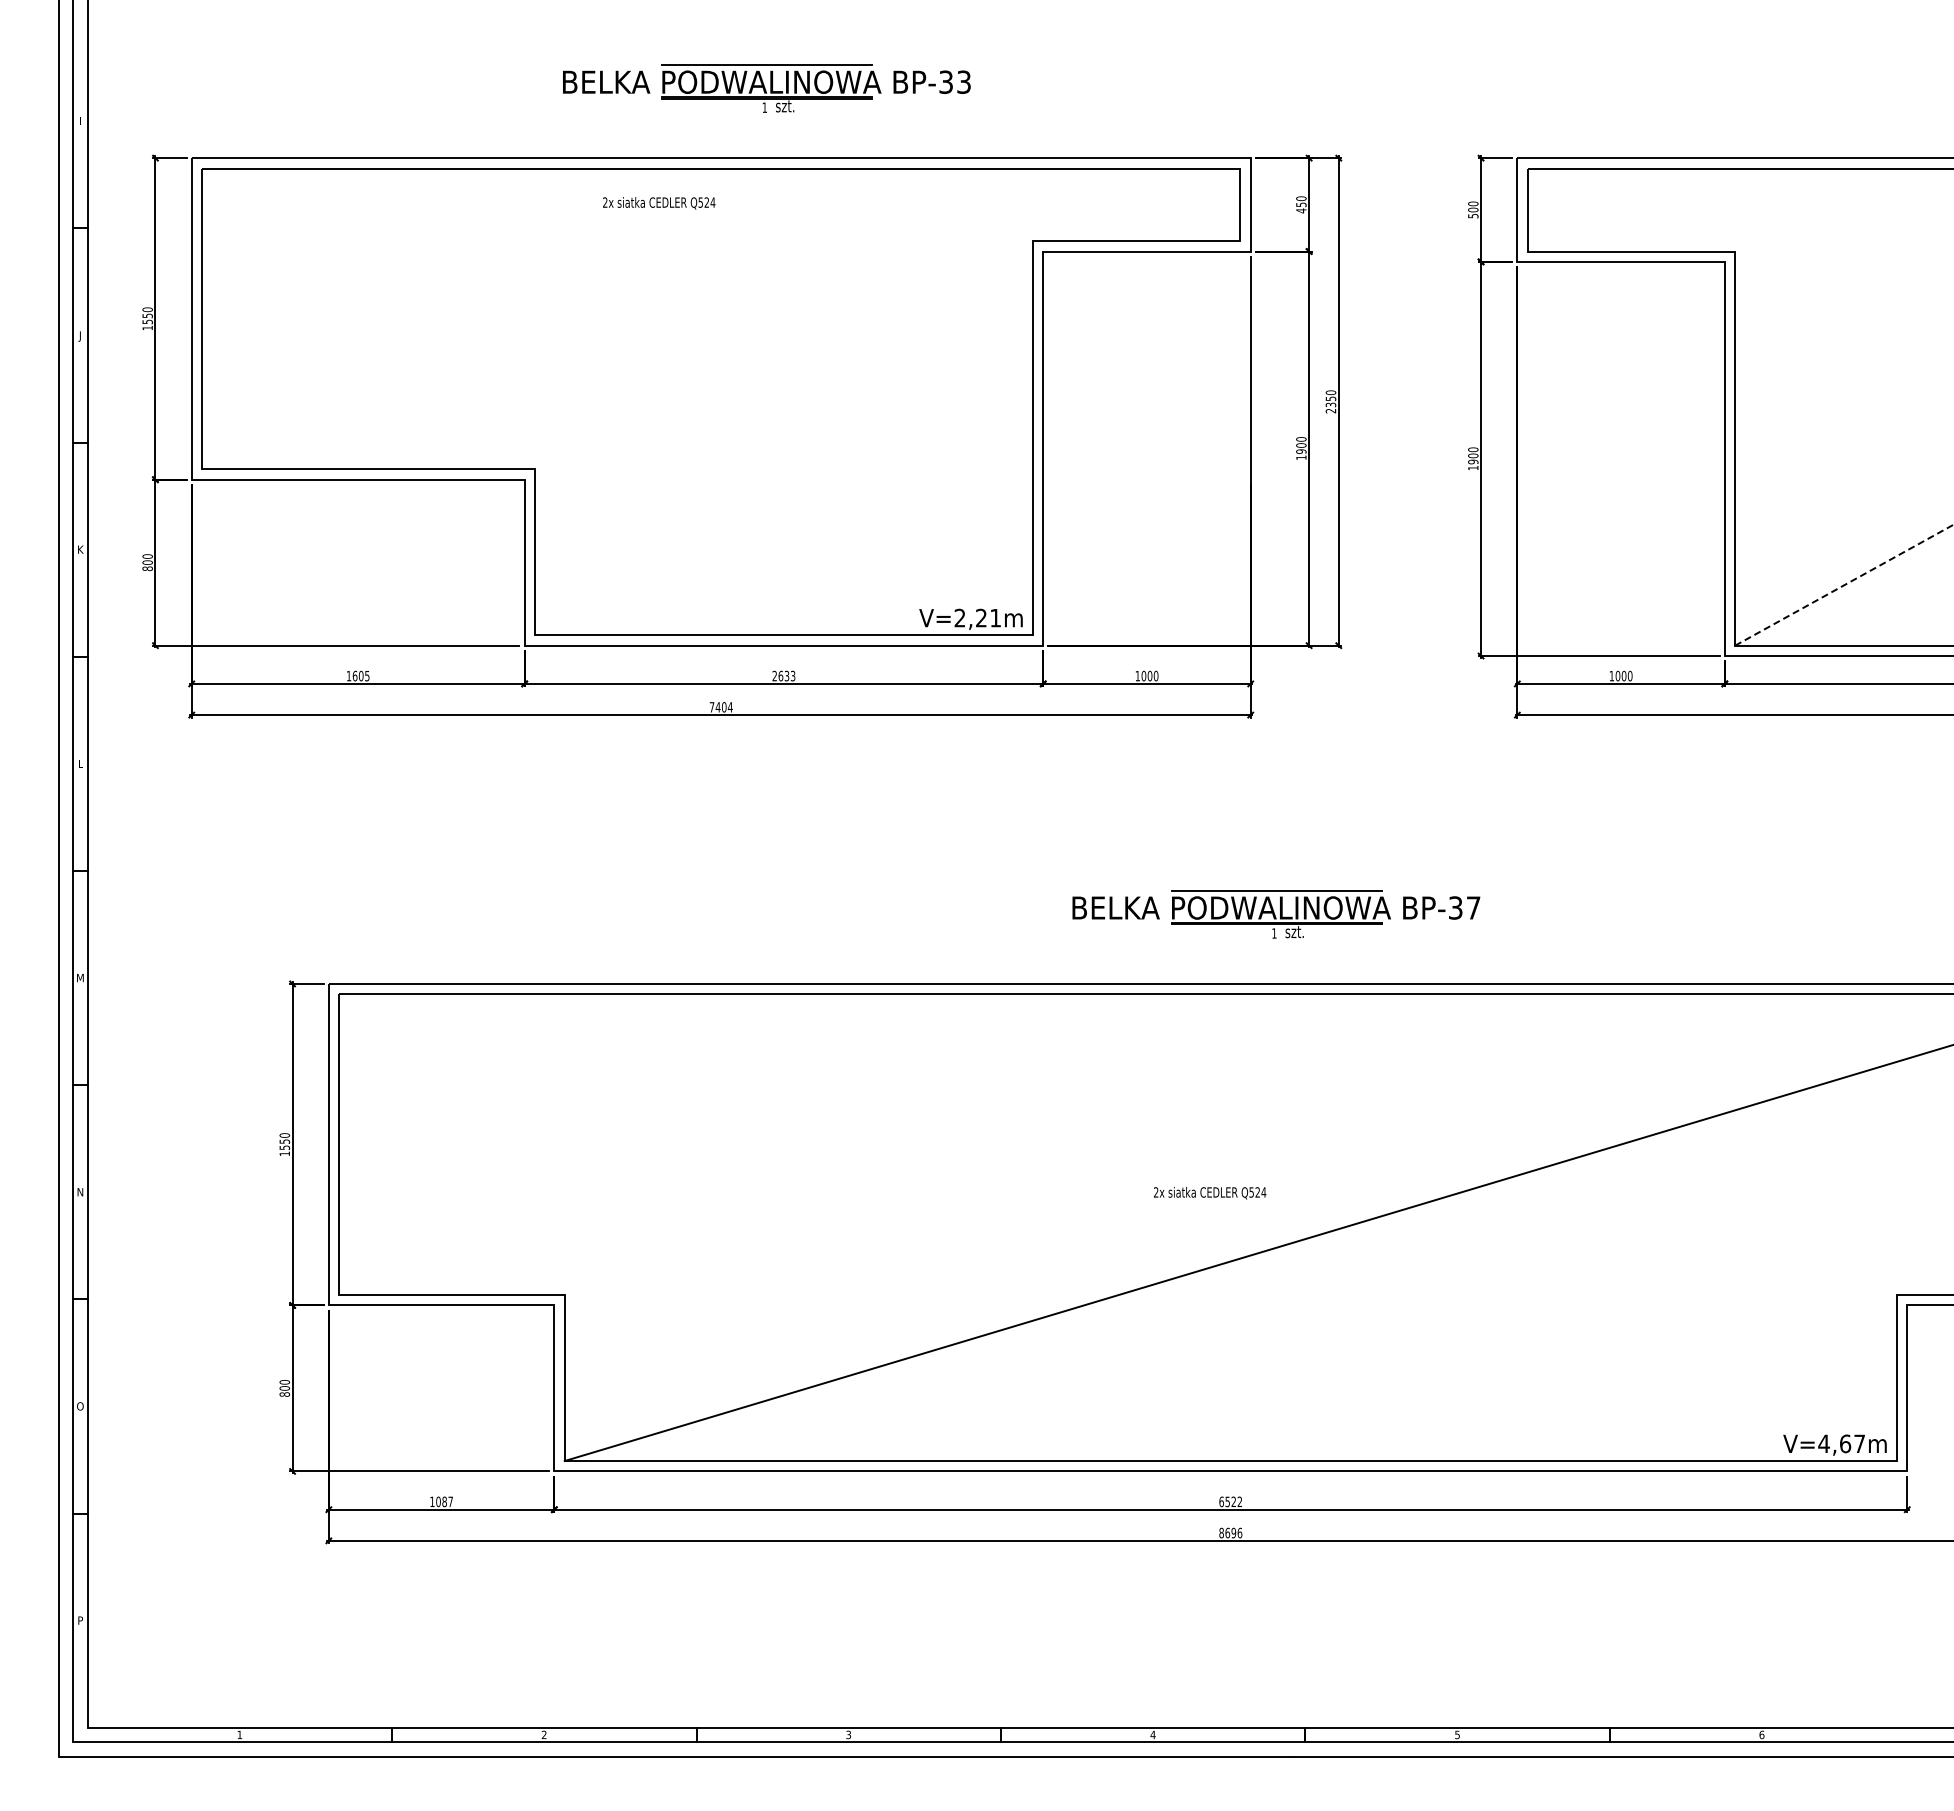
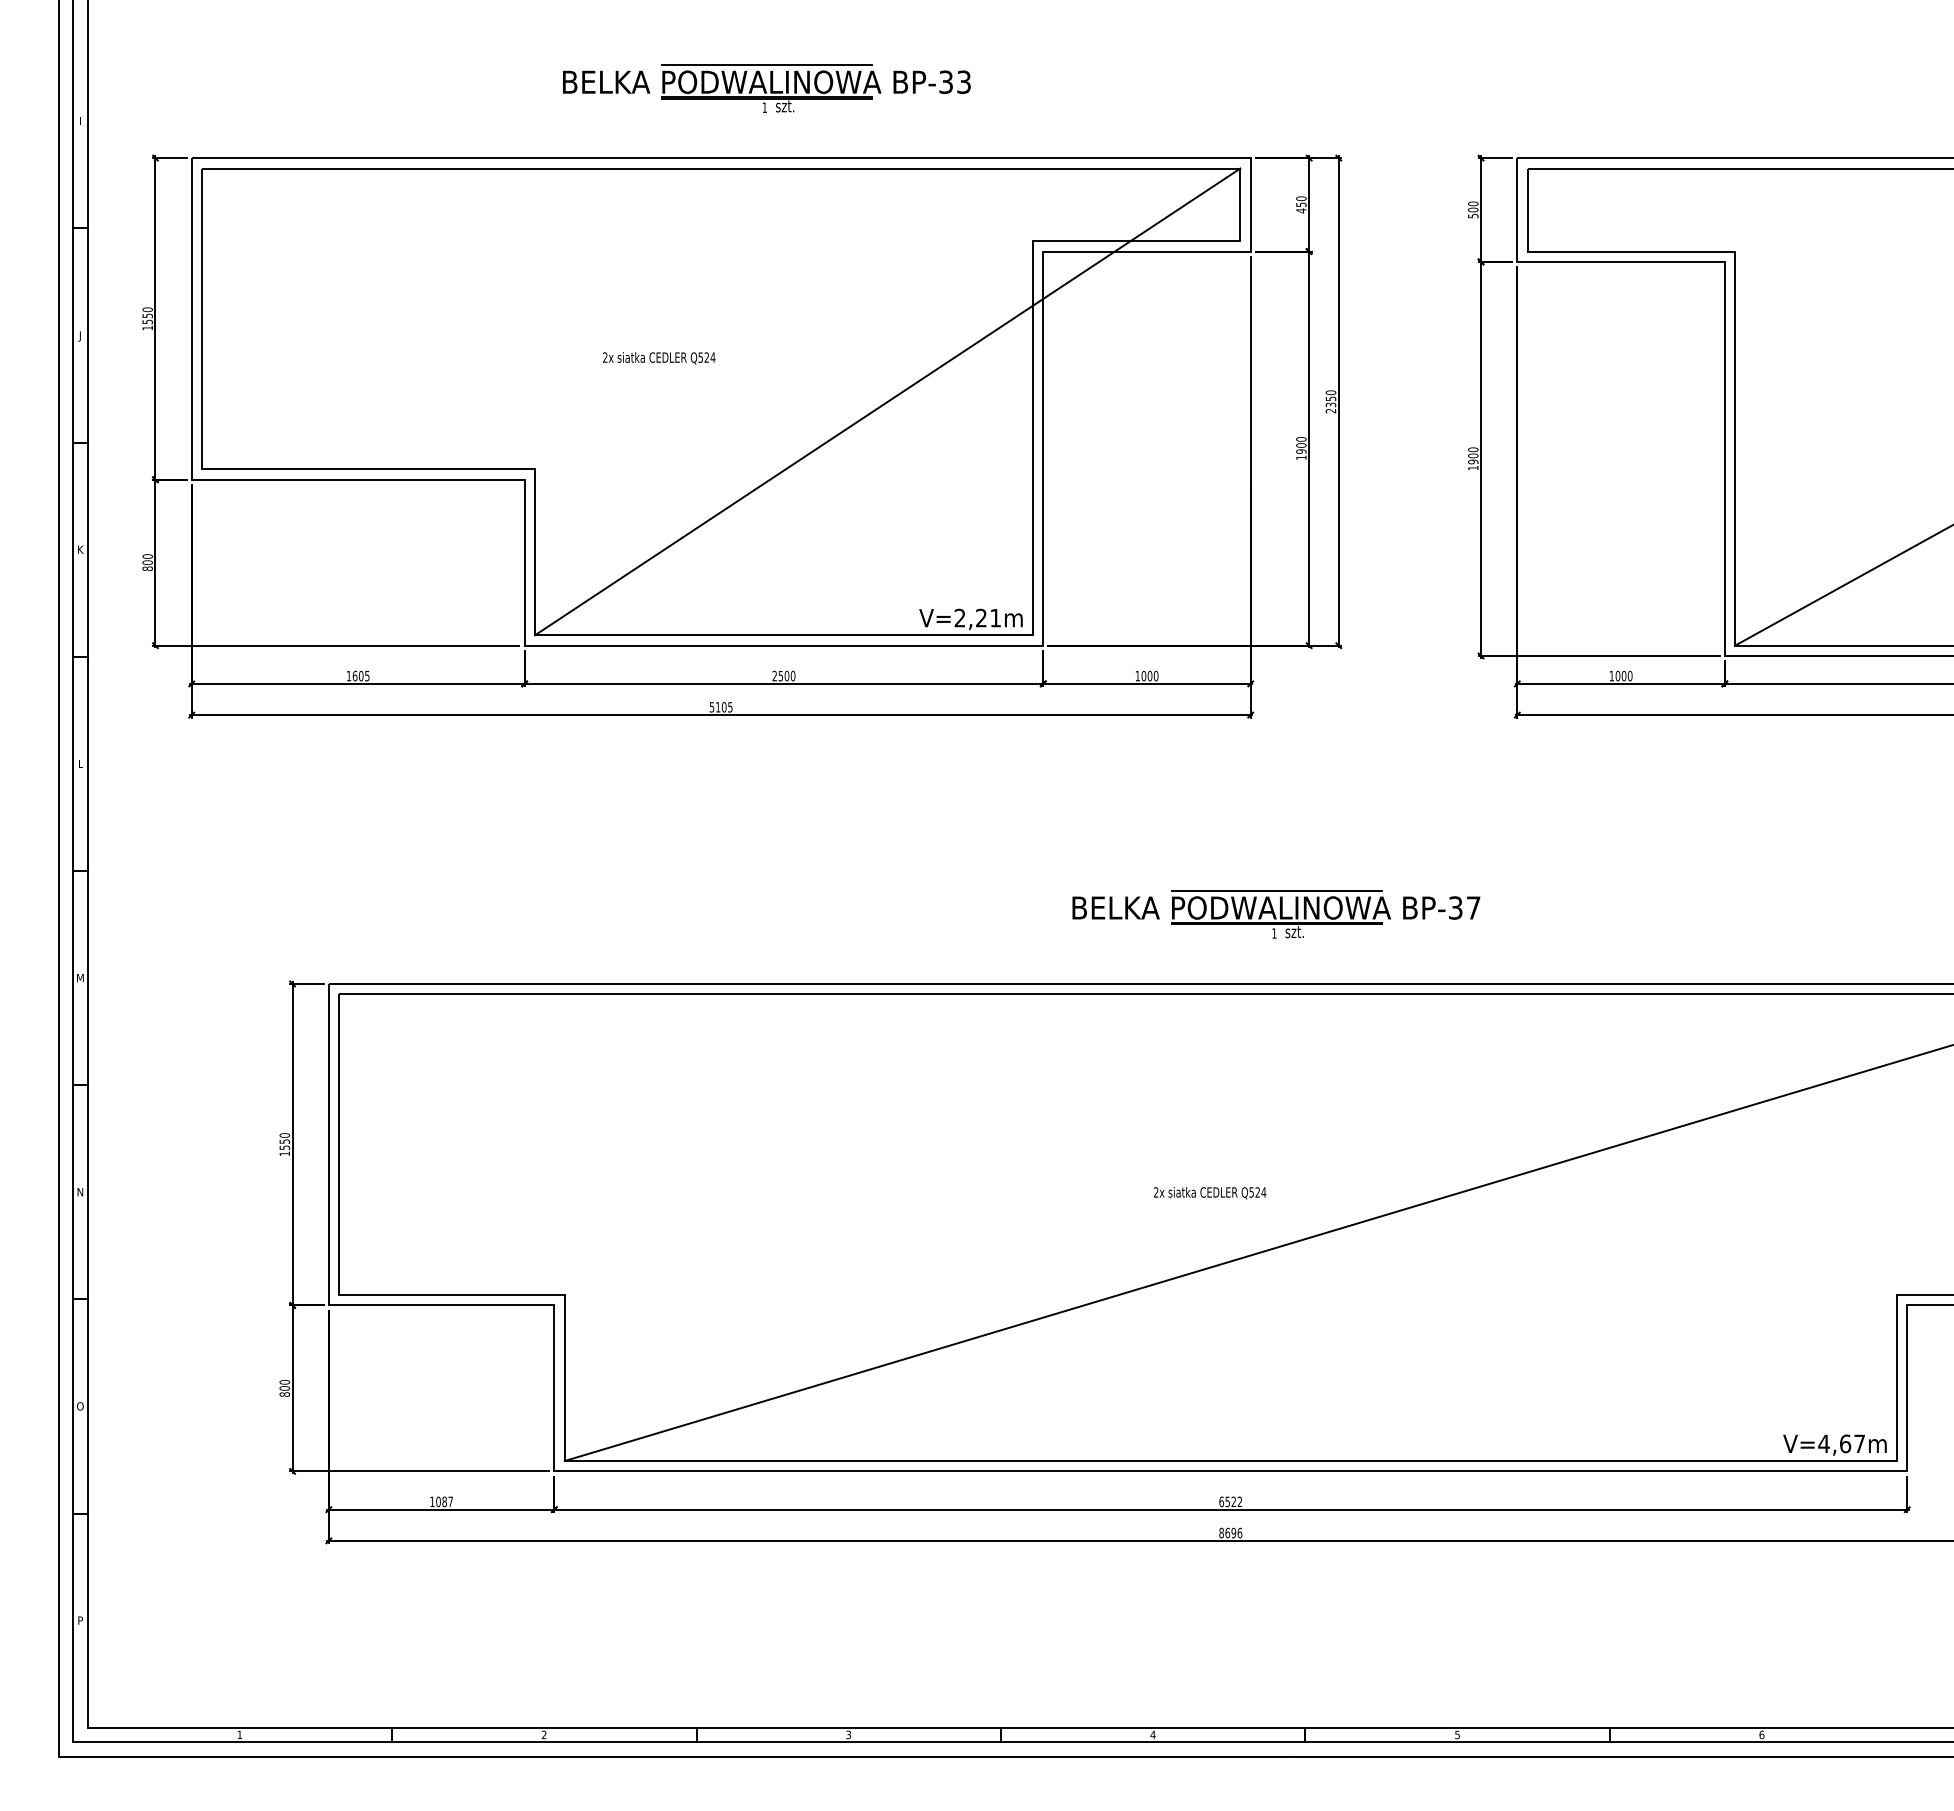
text at (659, 203) position: (659, 203) -> (659, 358)
line at (887, 401): none -> present
line at (1844, 585): dashed -> solid
text at (786, 675): 2633 -> 2500
text at (720, 707): 7404 -> 5105
